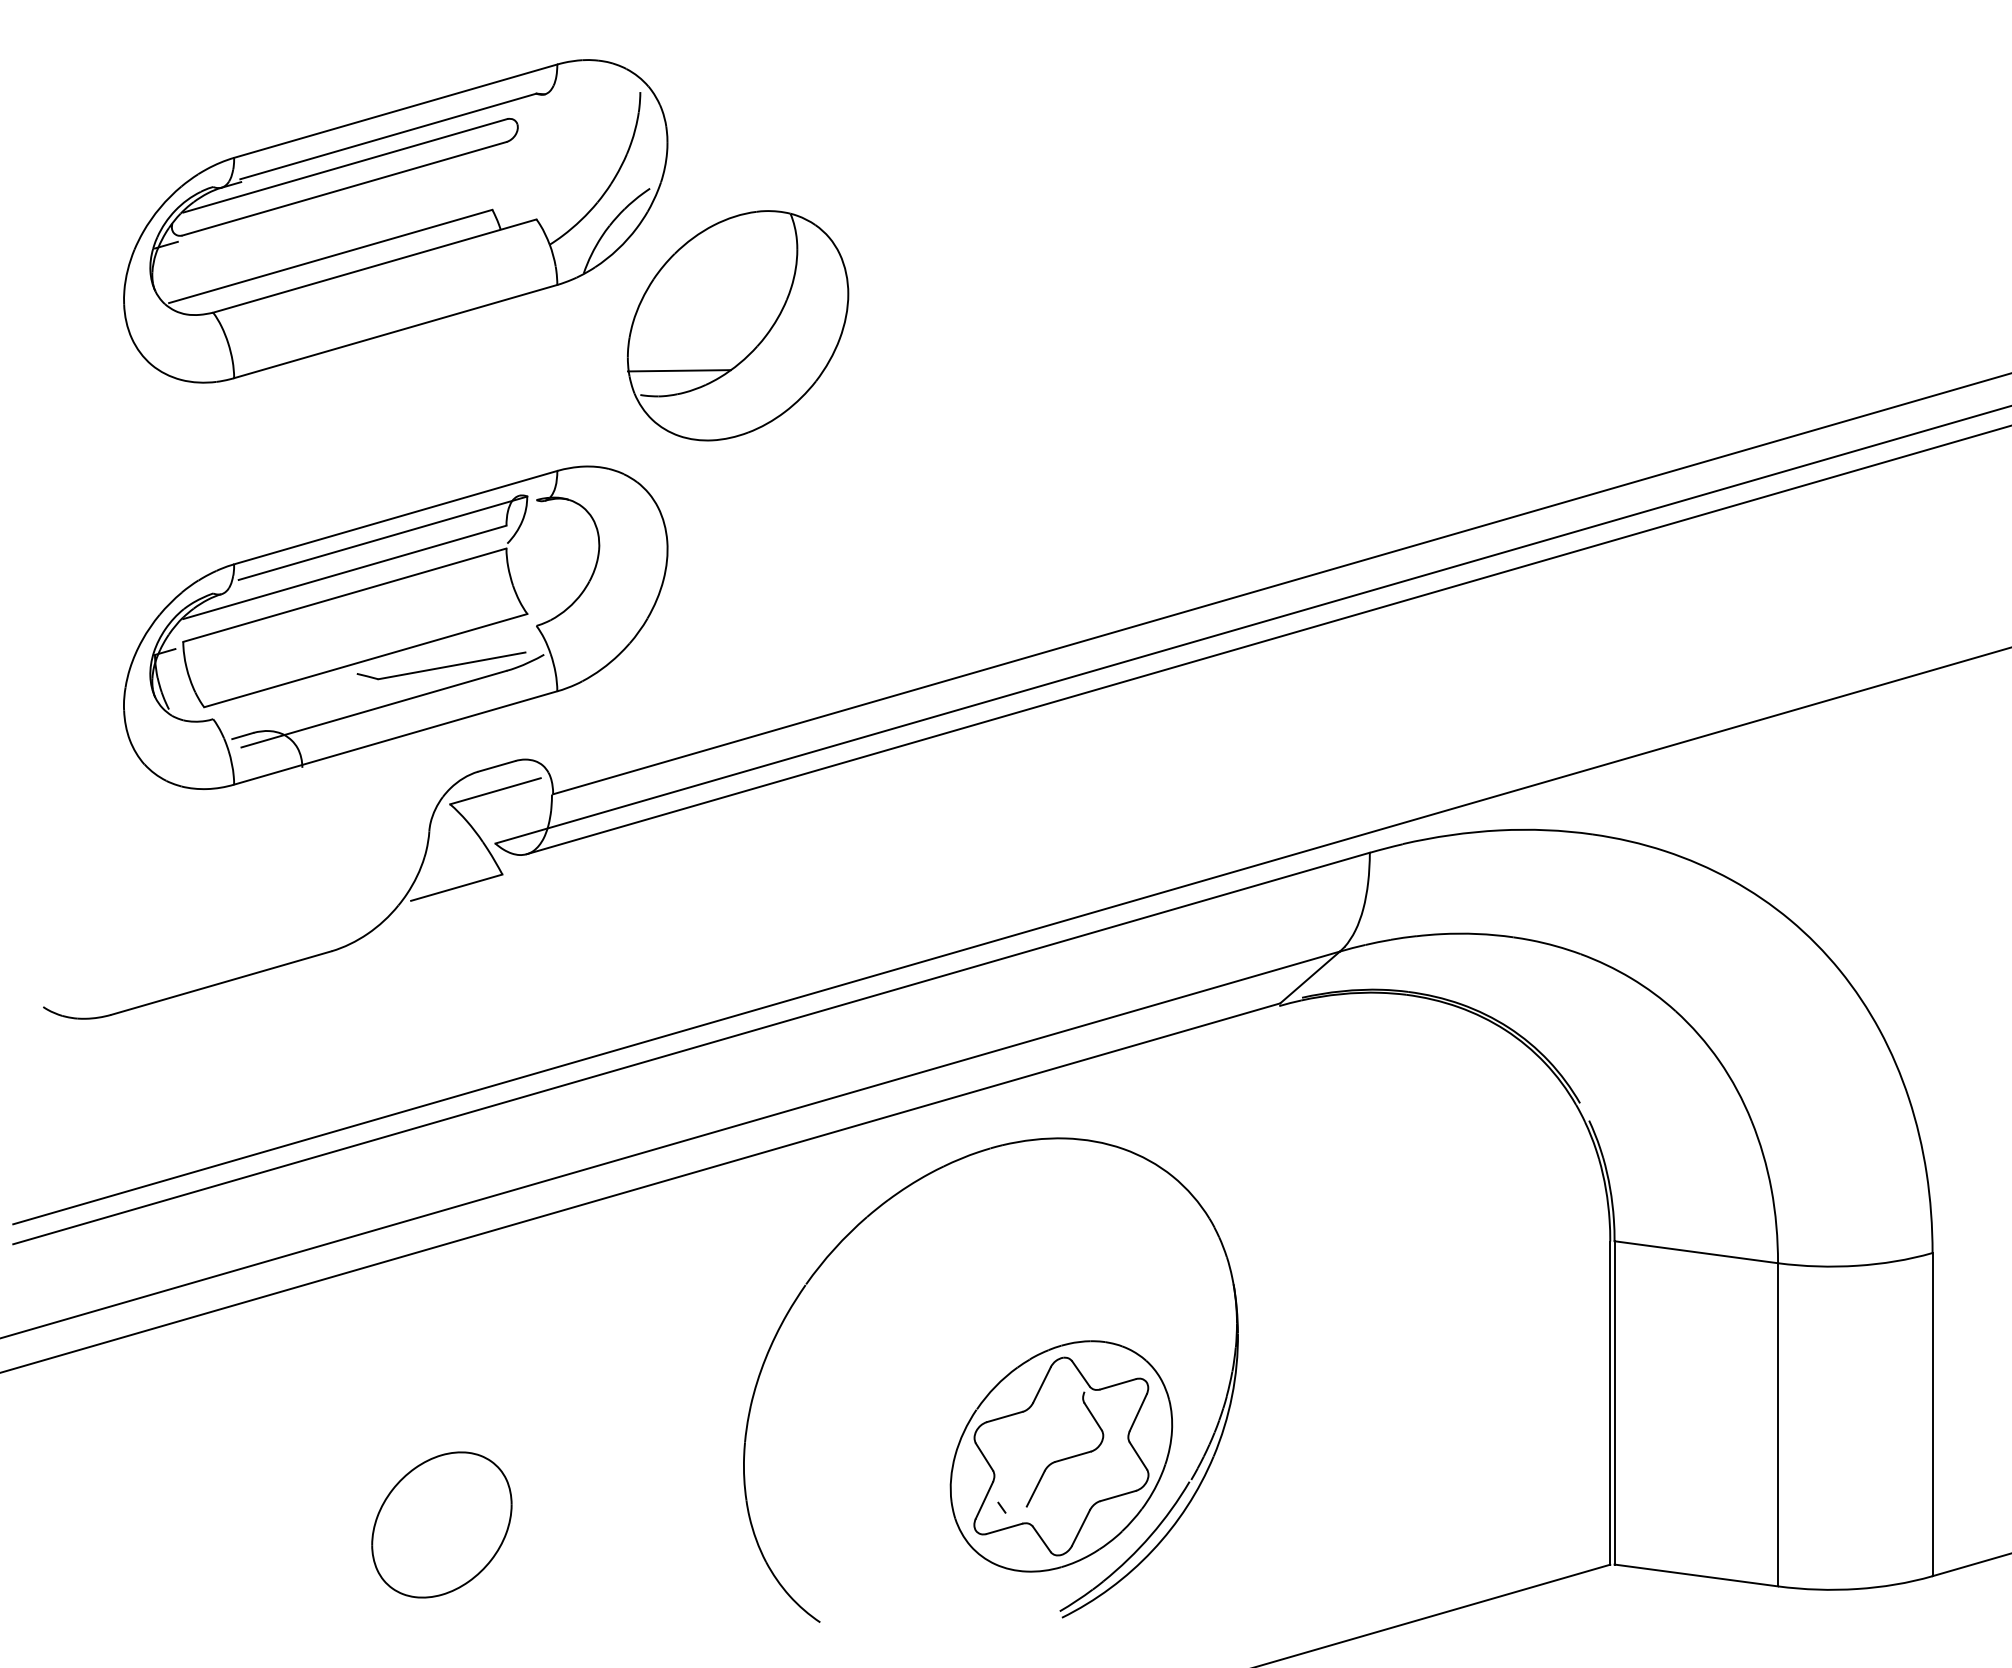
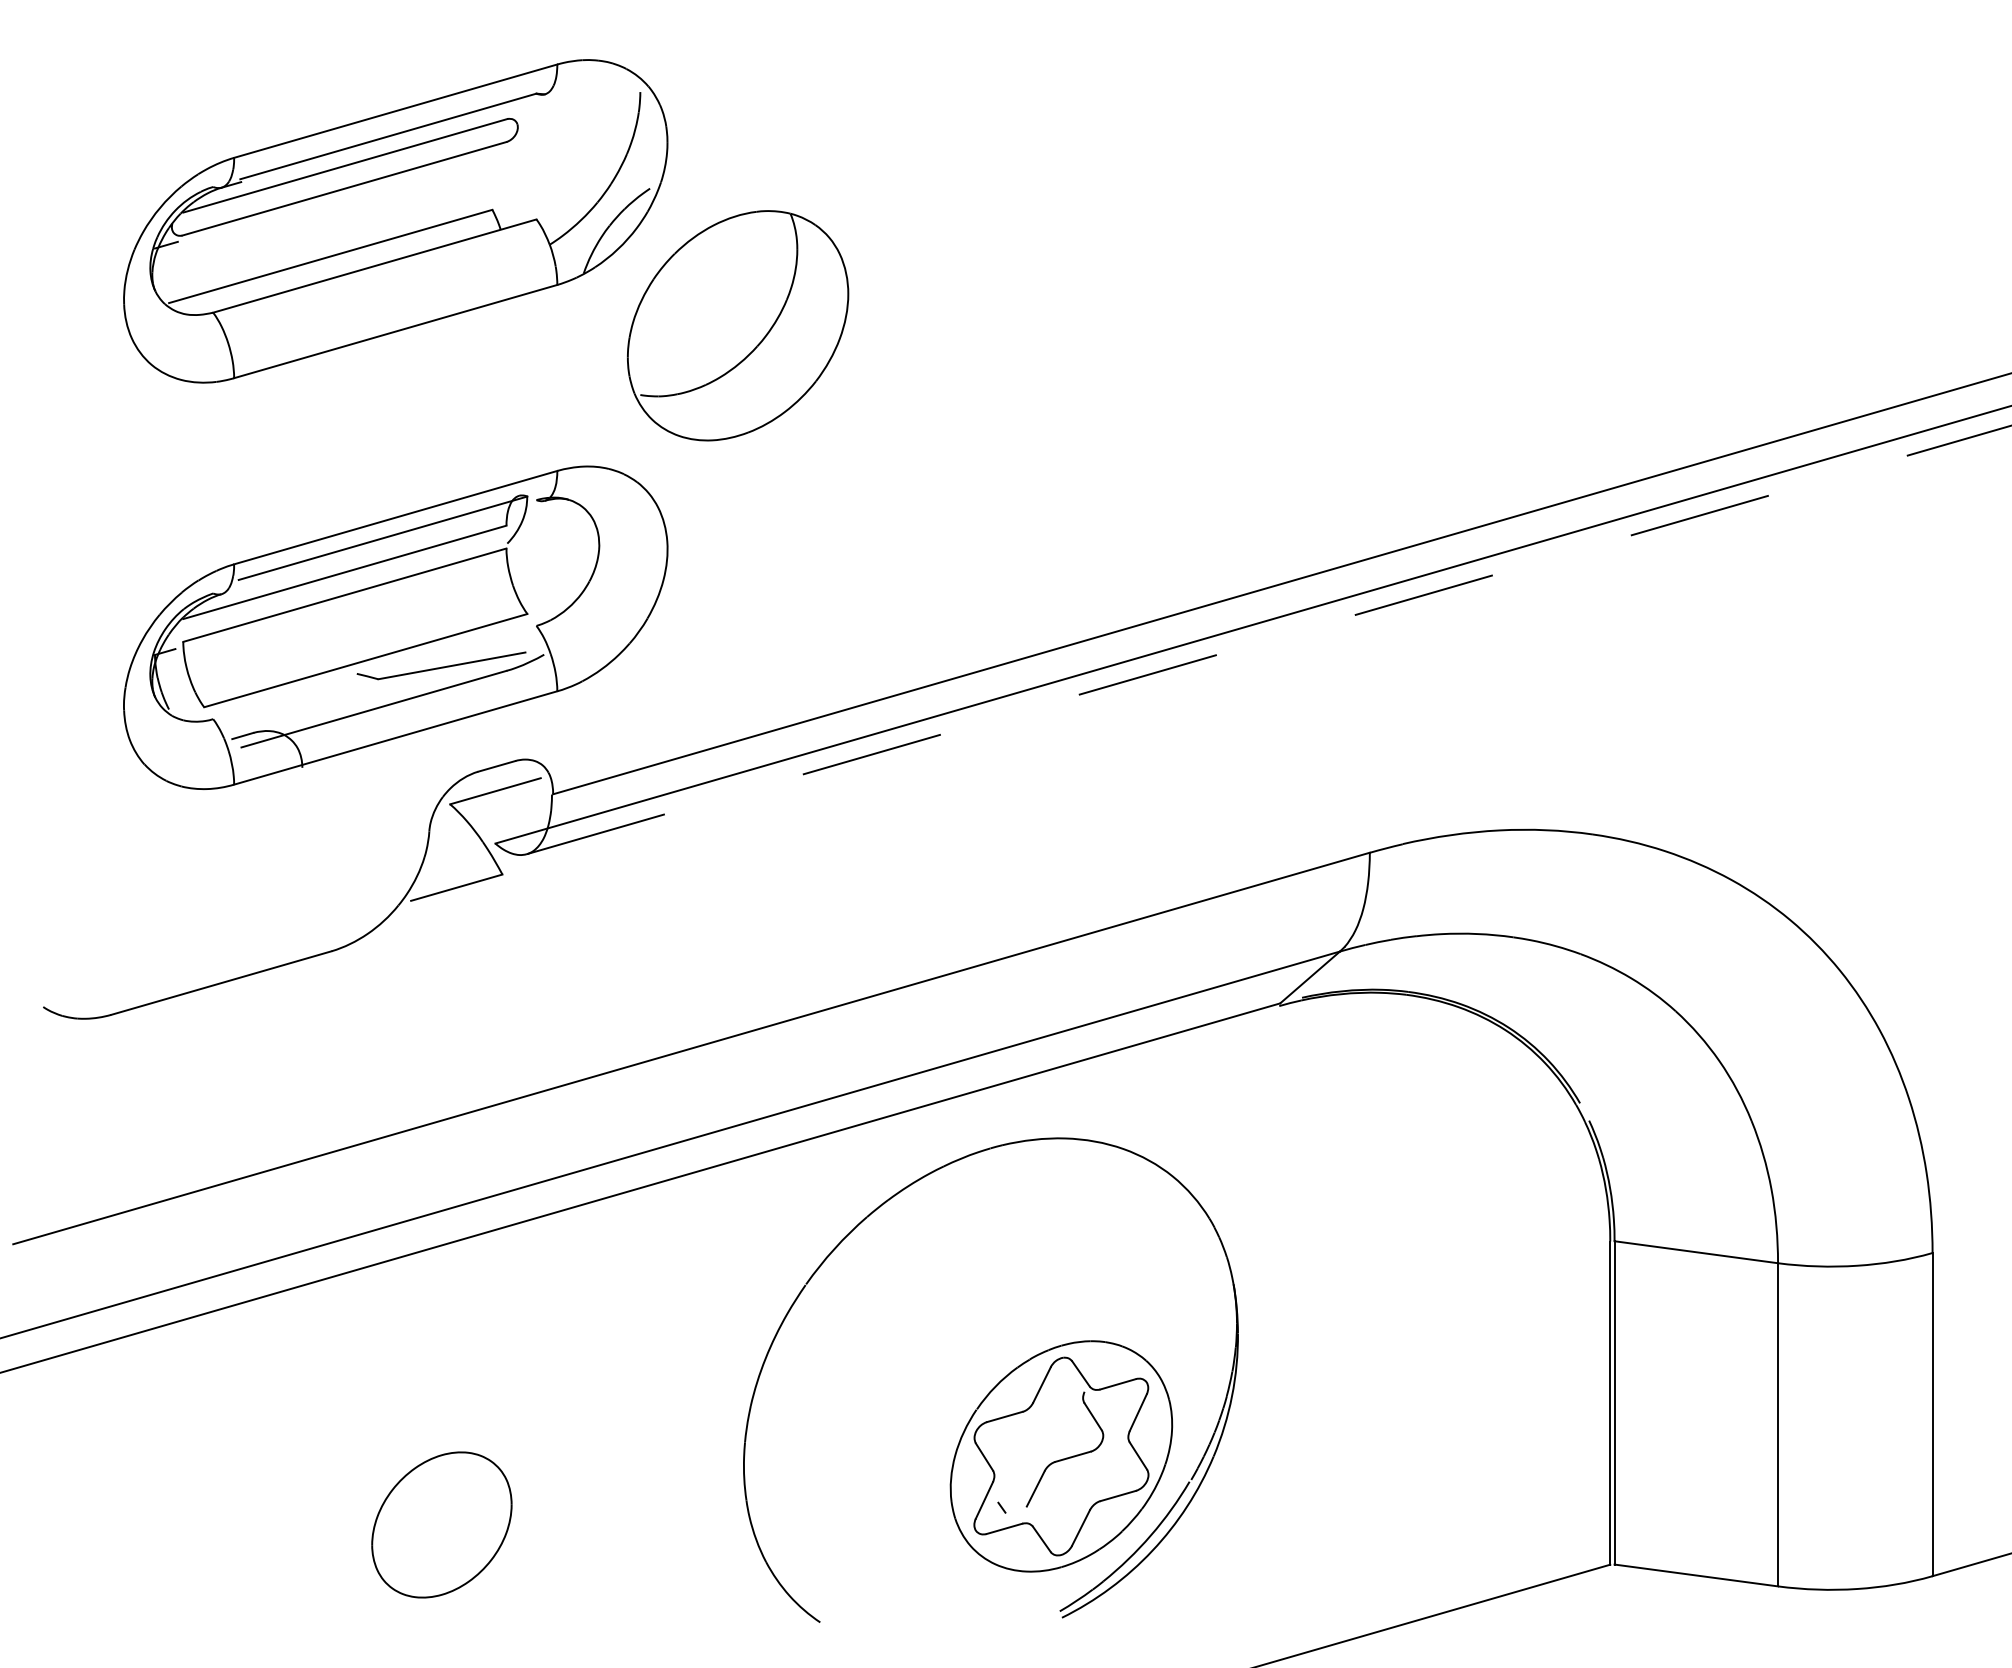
line at (678, 370): present -> none
line at (1269, 639): solid -> dashed
line at (1010, 936): present -> none
